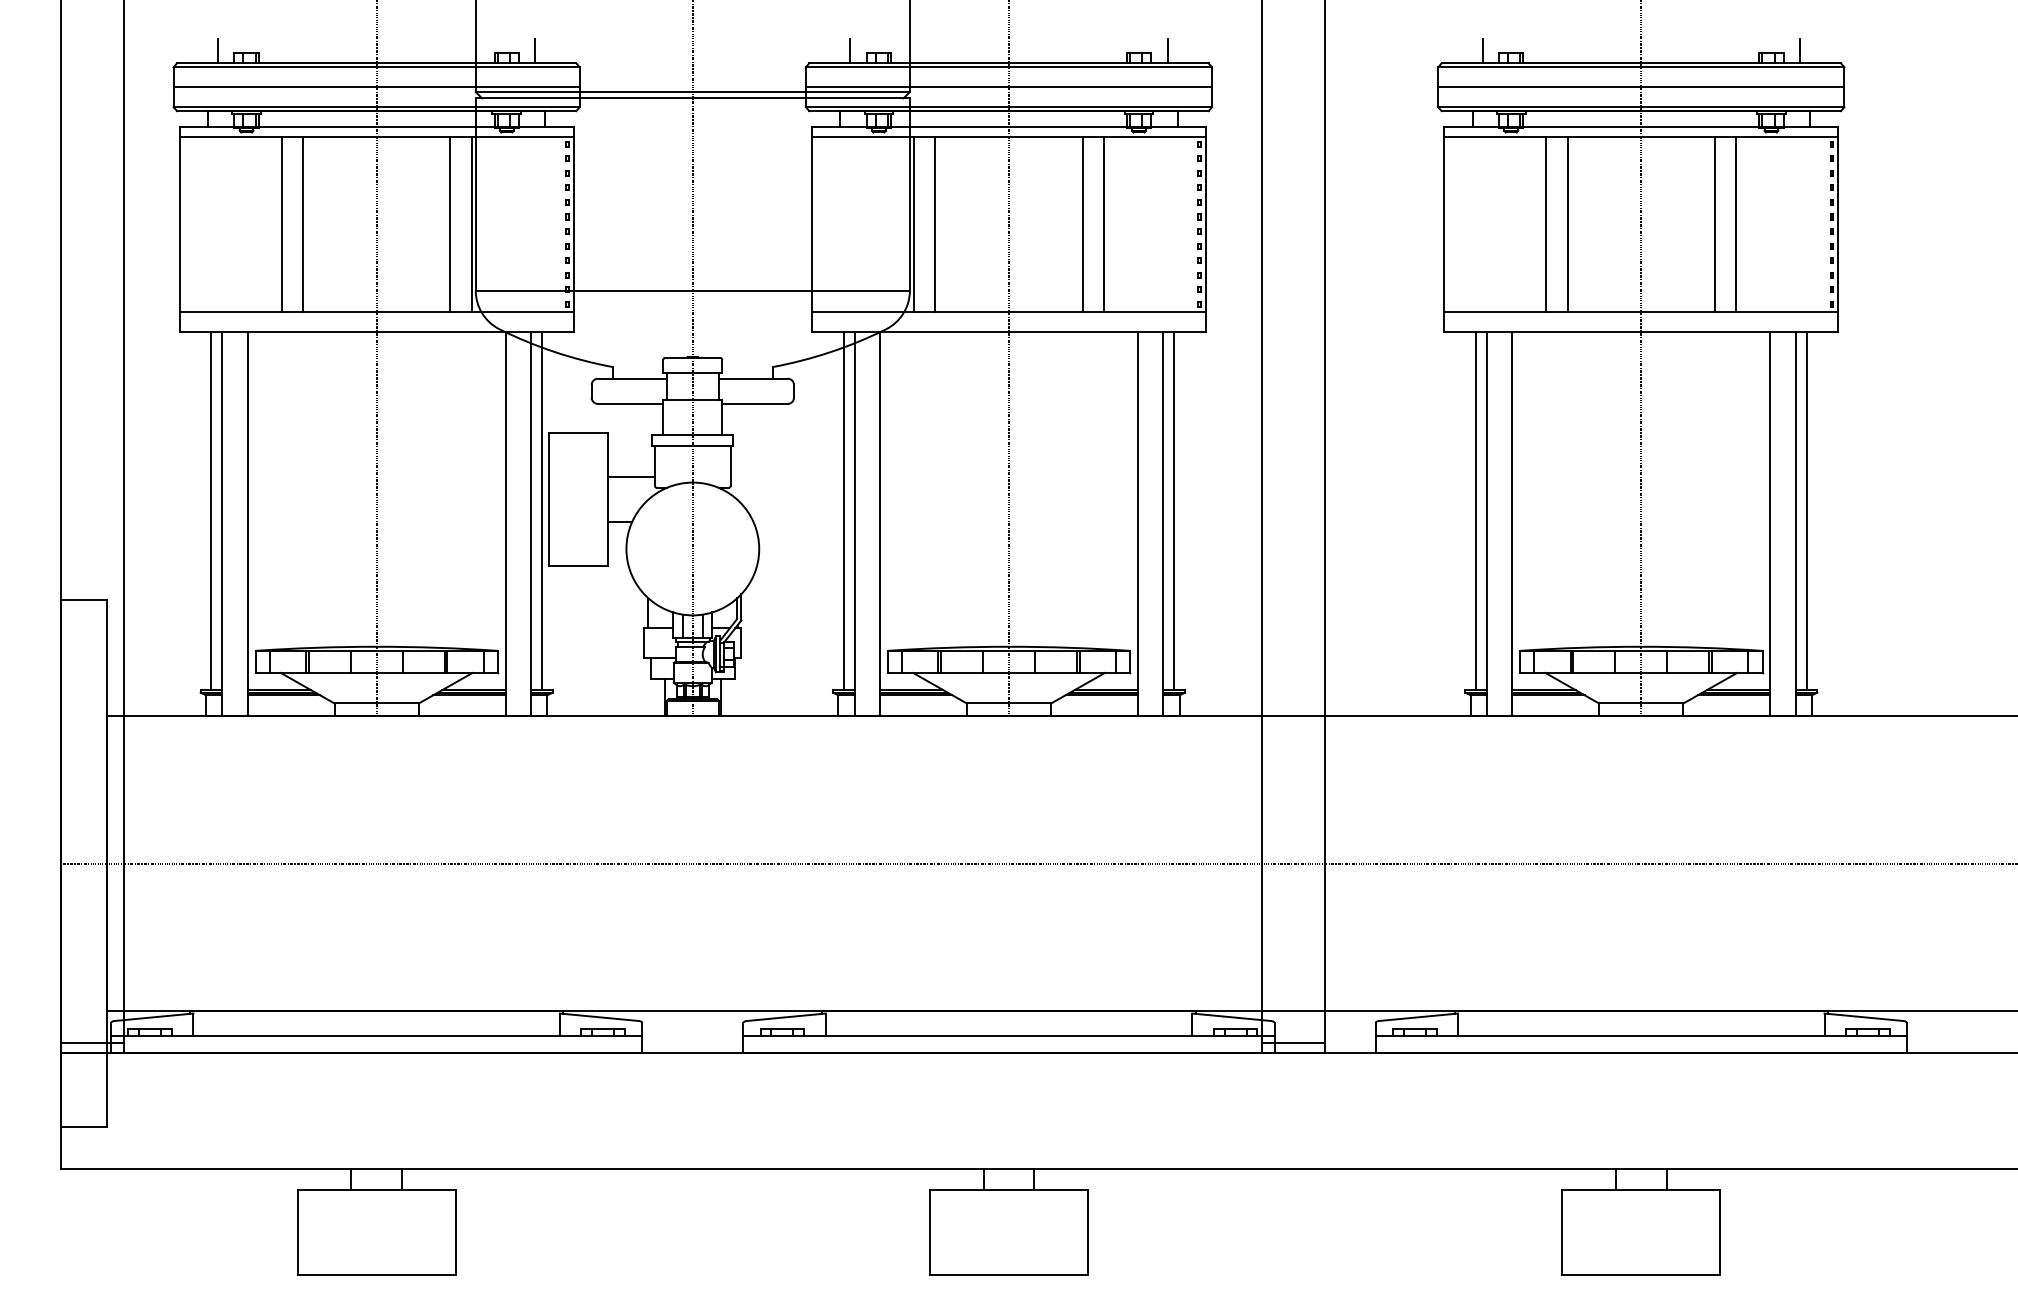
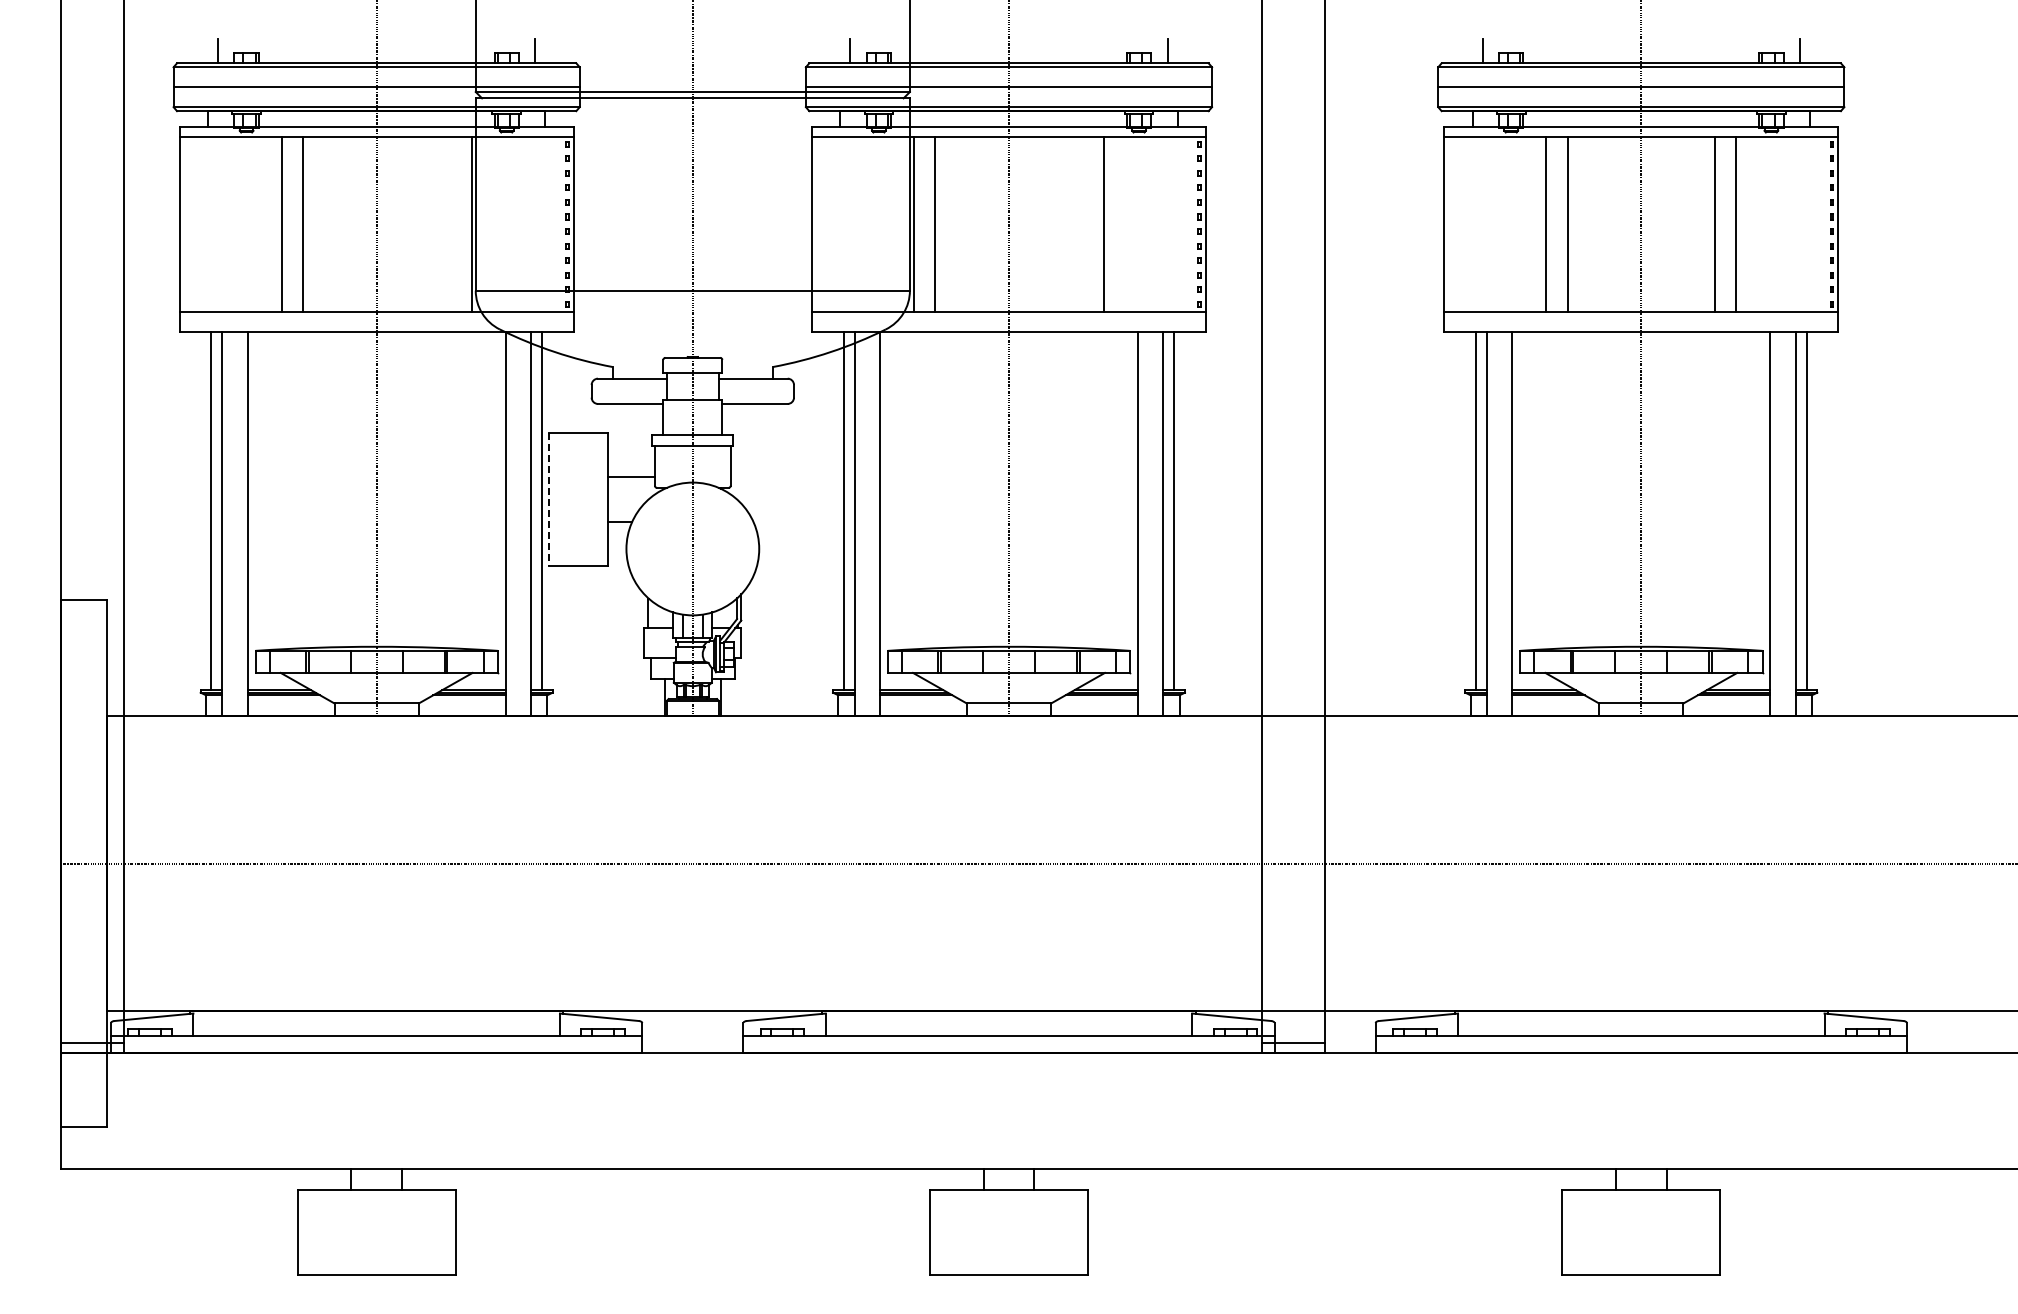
line at (450, 223): present -> none
line at (1082, 223): present -> none
line at (548, 500): solid -> dashed
